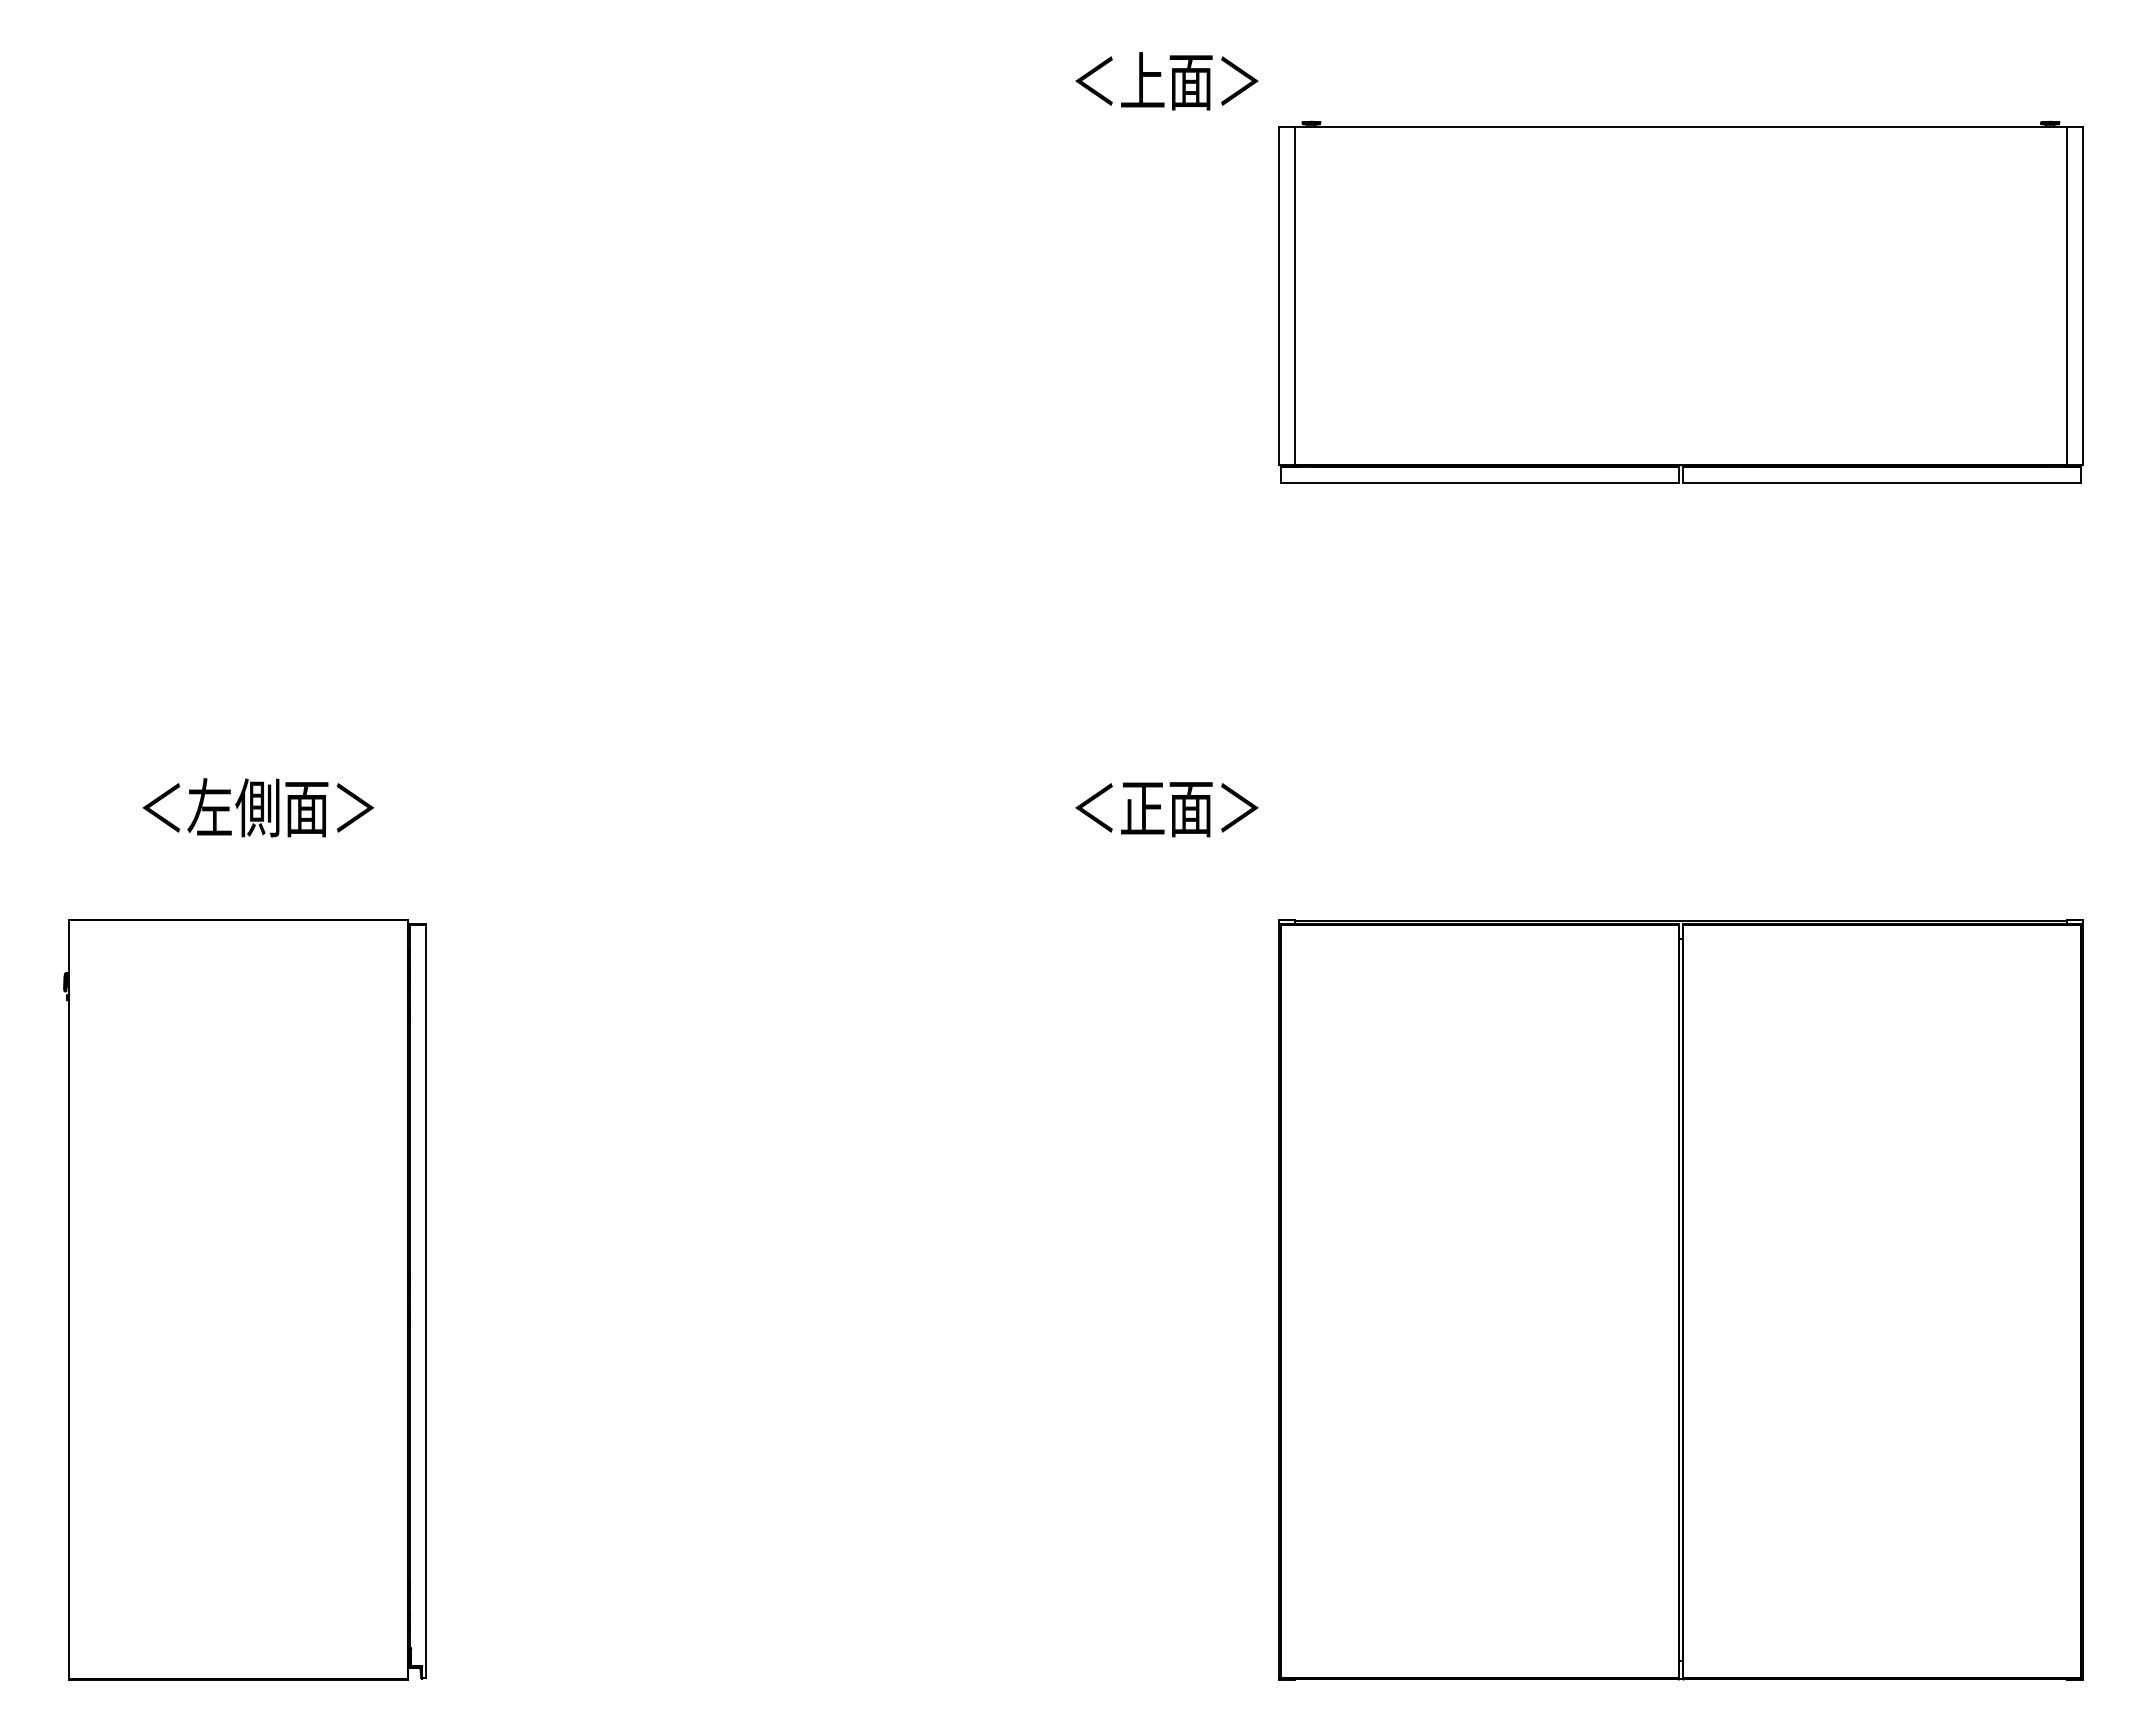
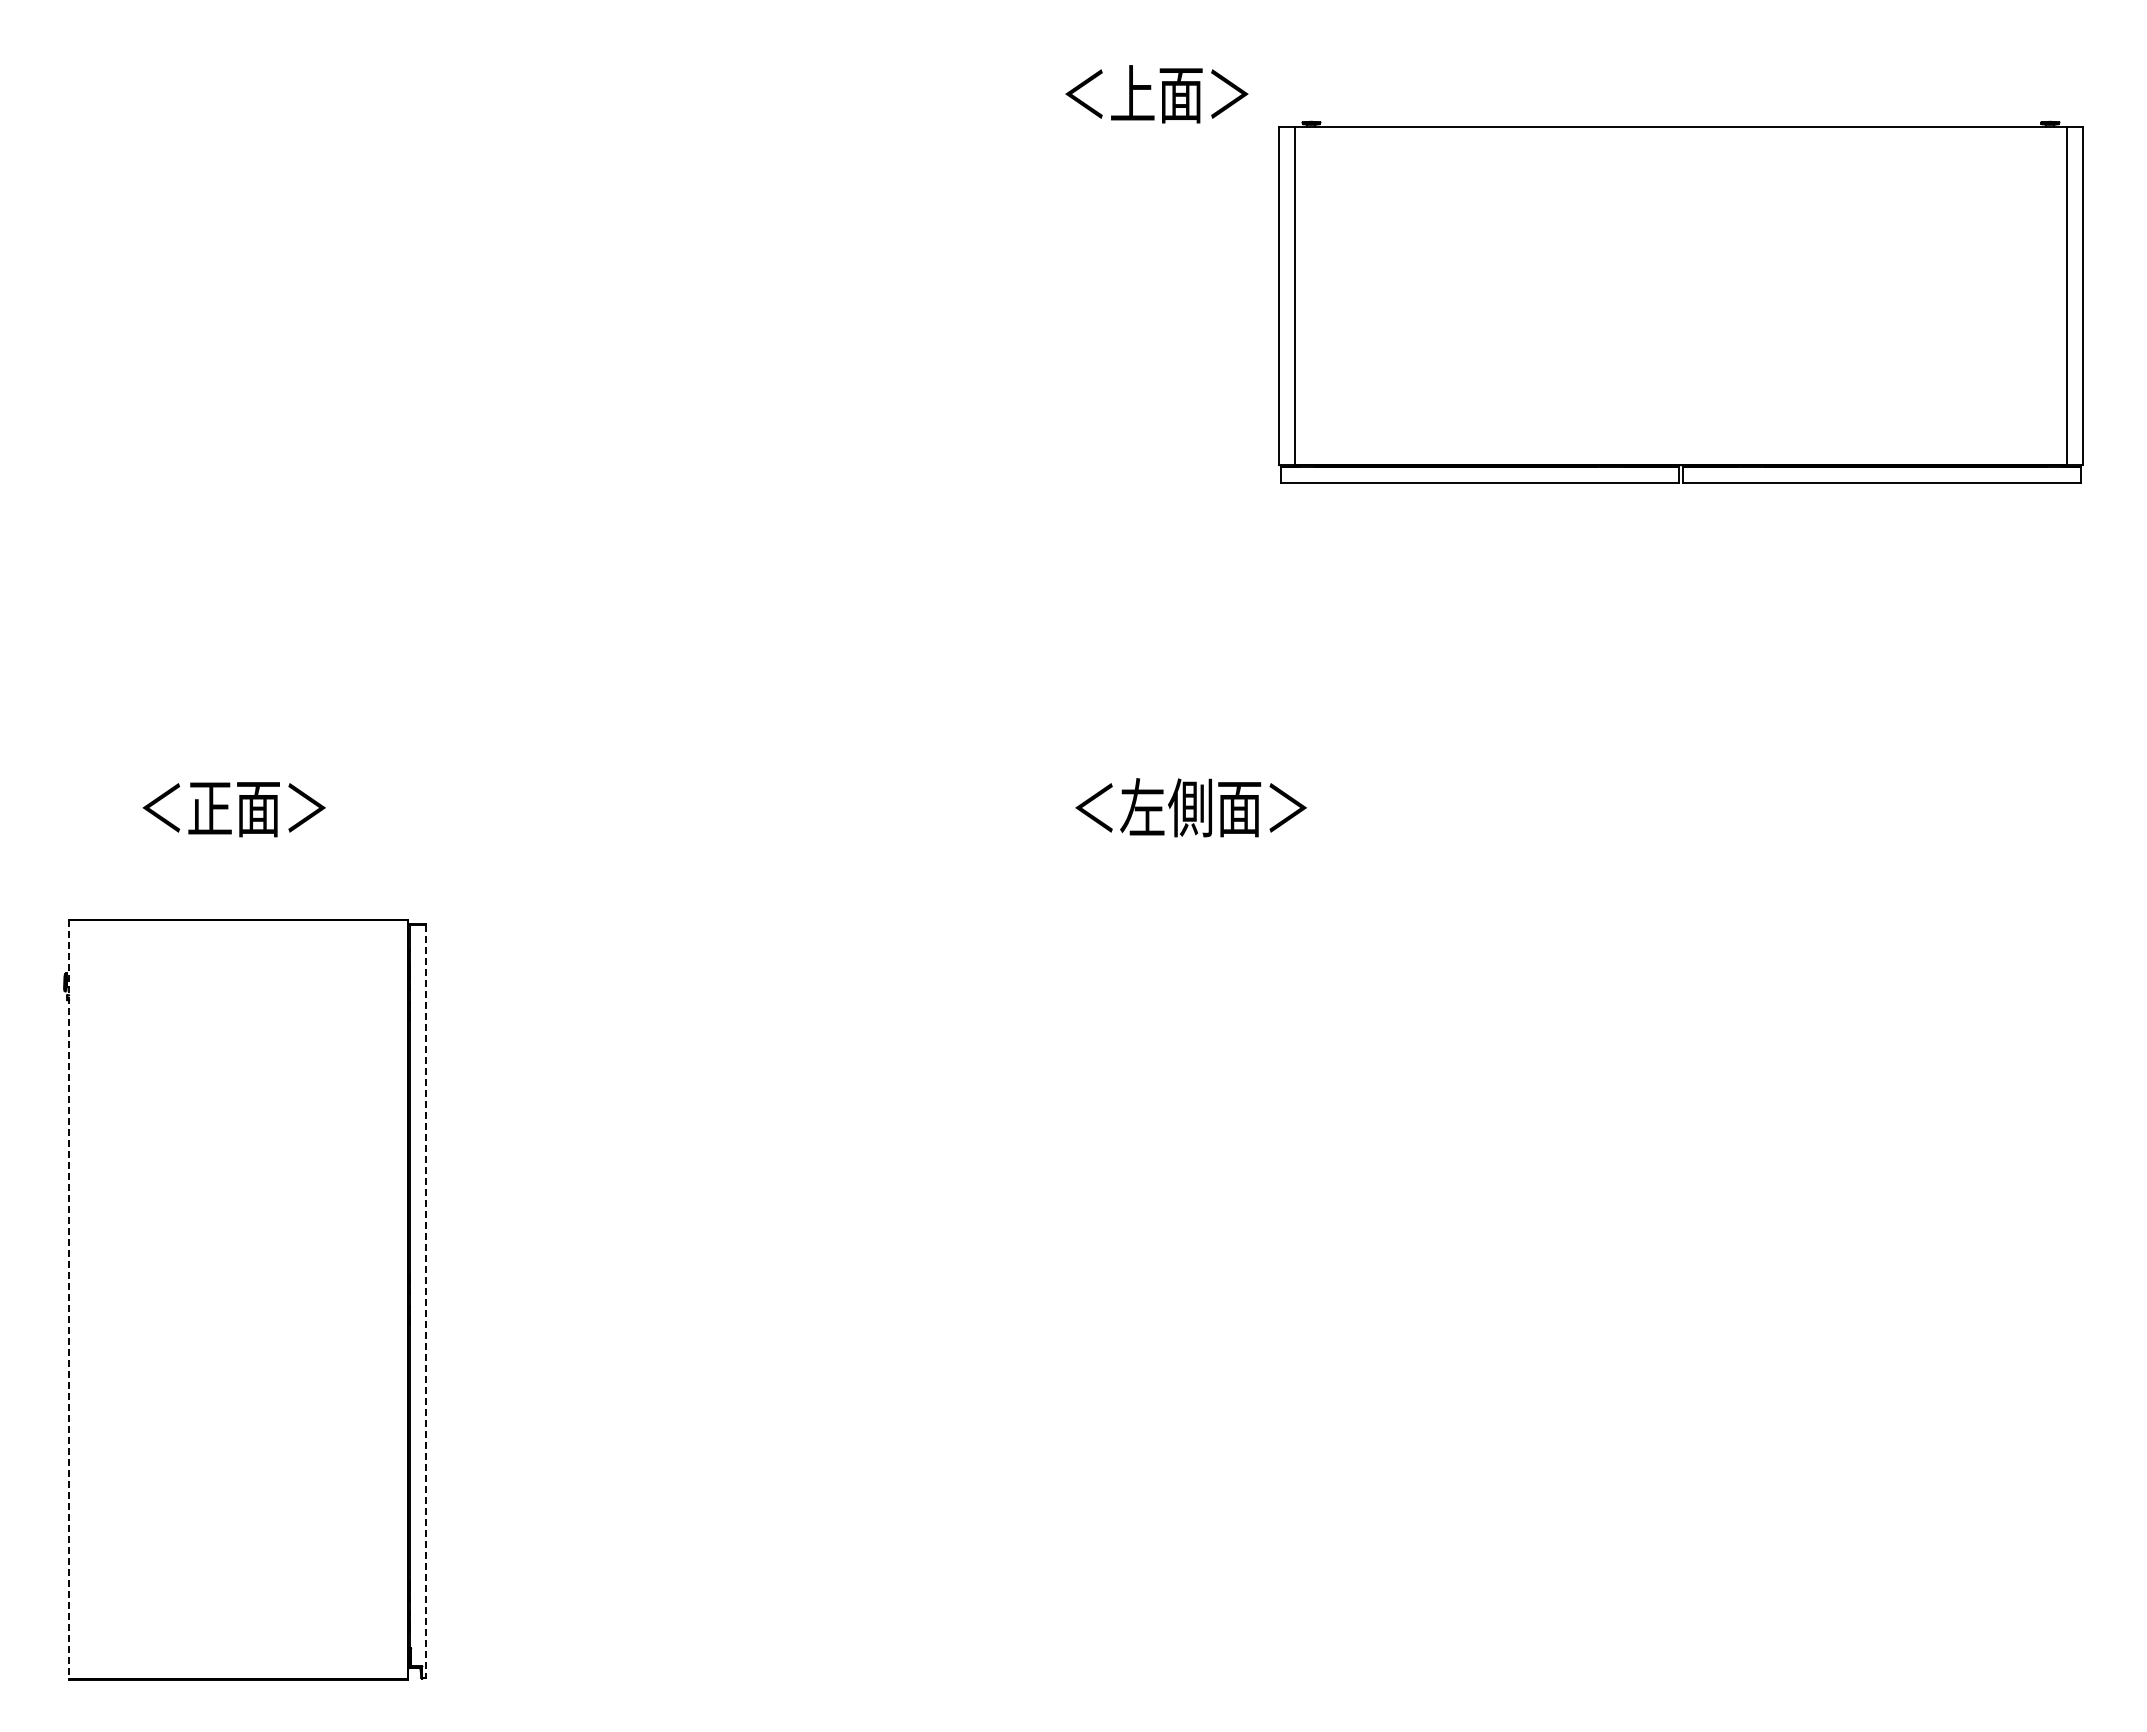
text at (1166, 81) position: (1166, 81) -> (1156, 94)
text at (280, 807): ＜左側面＞ -> ＜正面＞
text at (1213, 807): ＜正面＞ -> ＜左側面＞
line at (69, 1299): solid -> dashed
part at (1680, 1299): present -> none
line at (425, 1301): solid -> dashed
